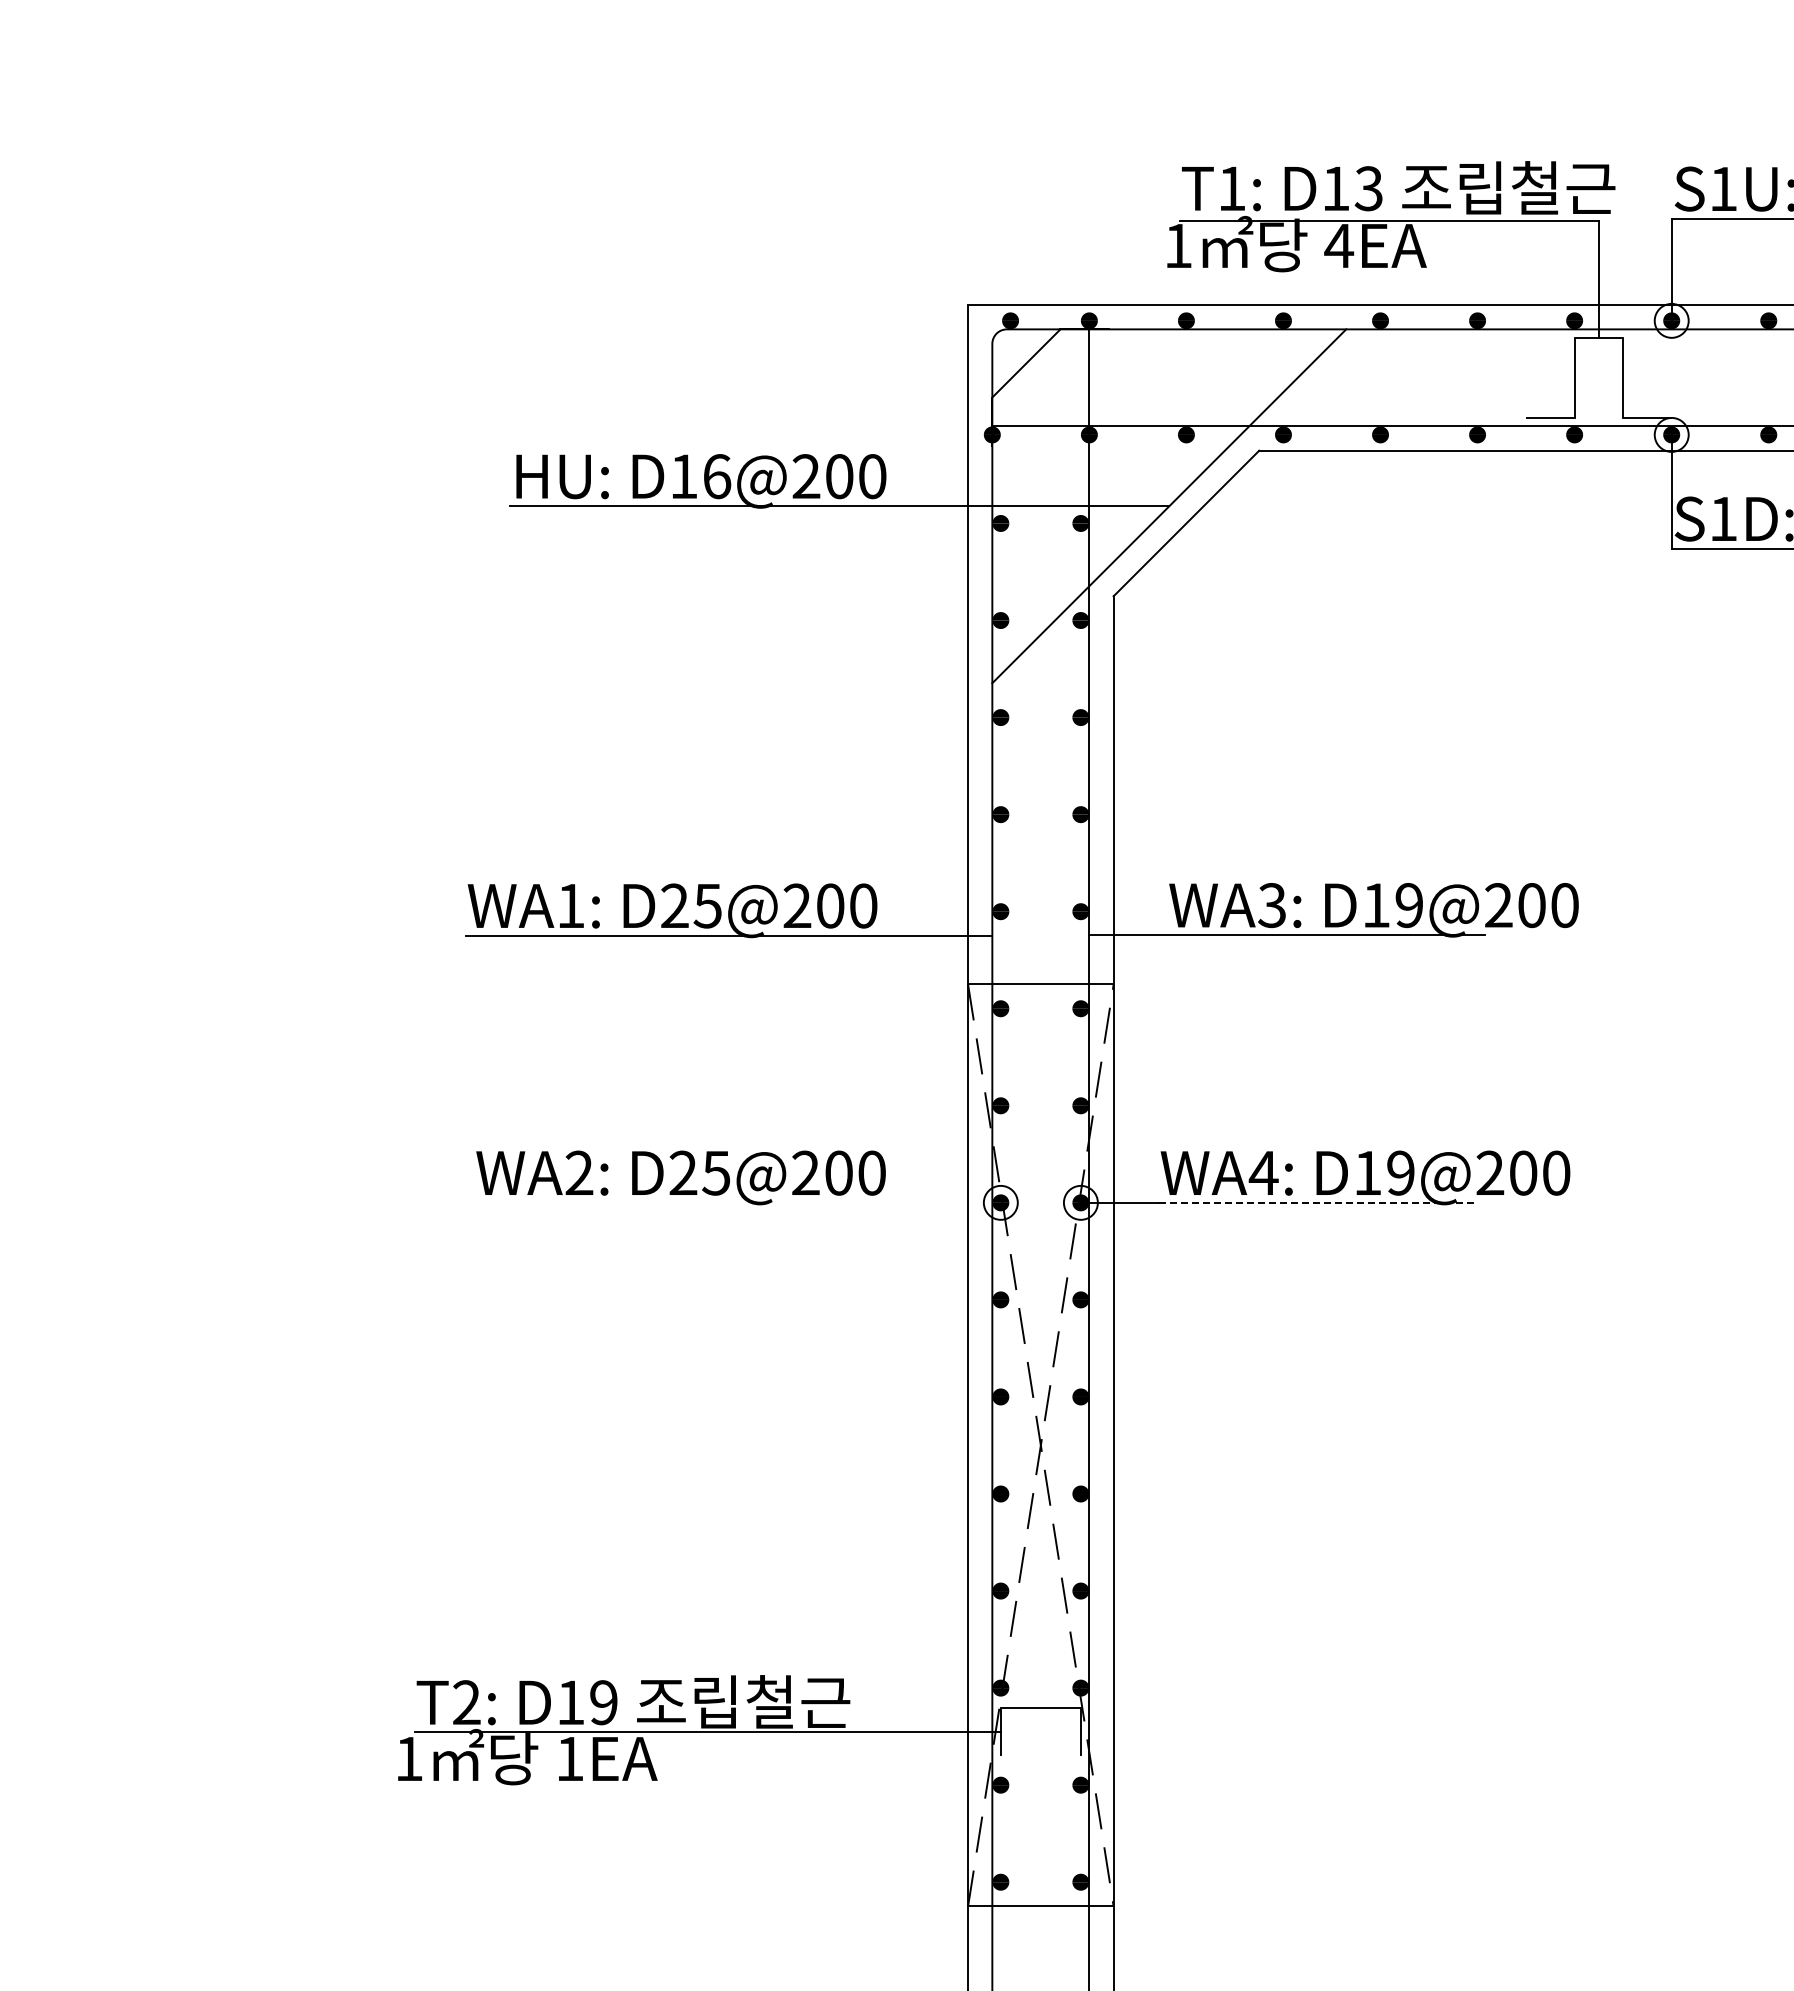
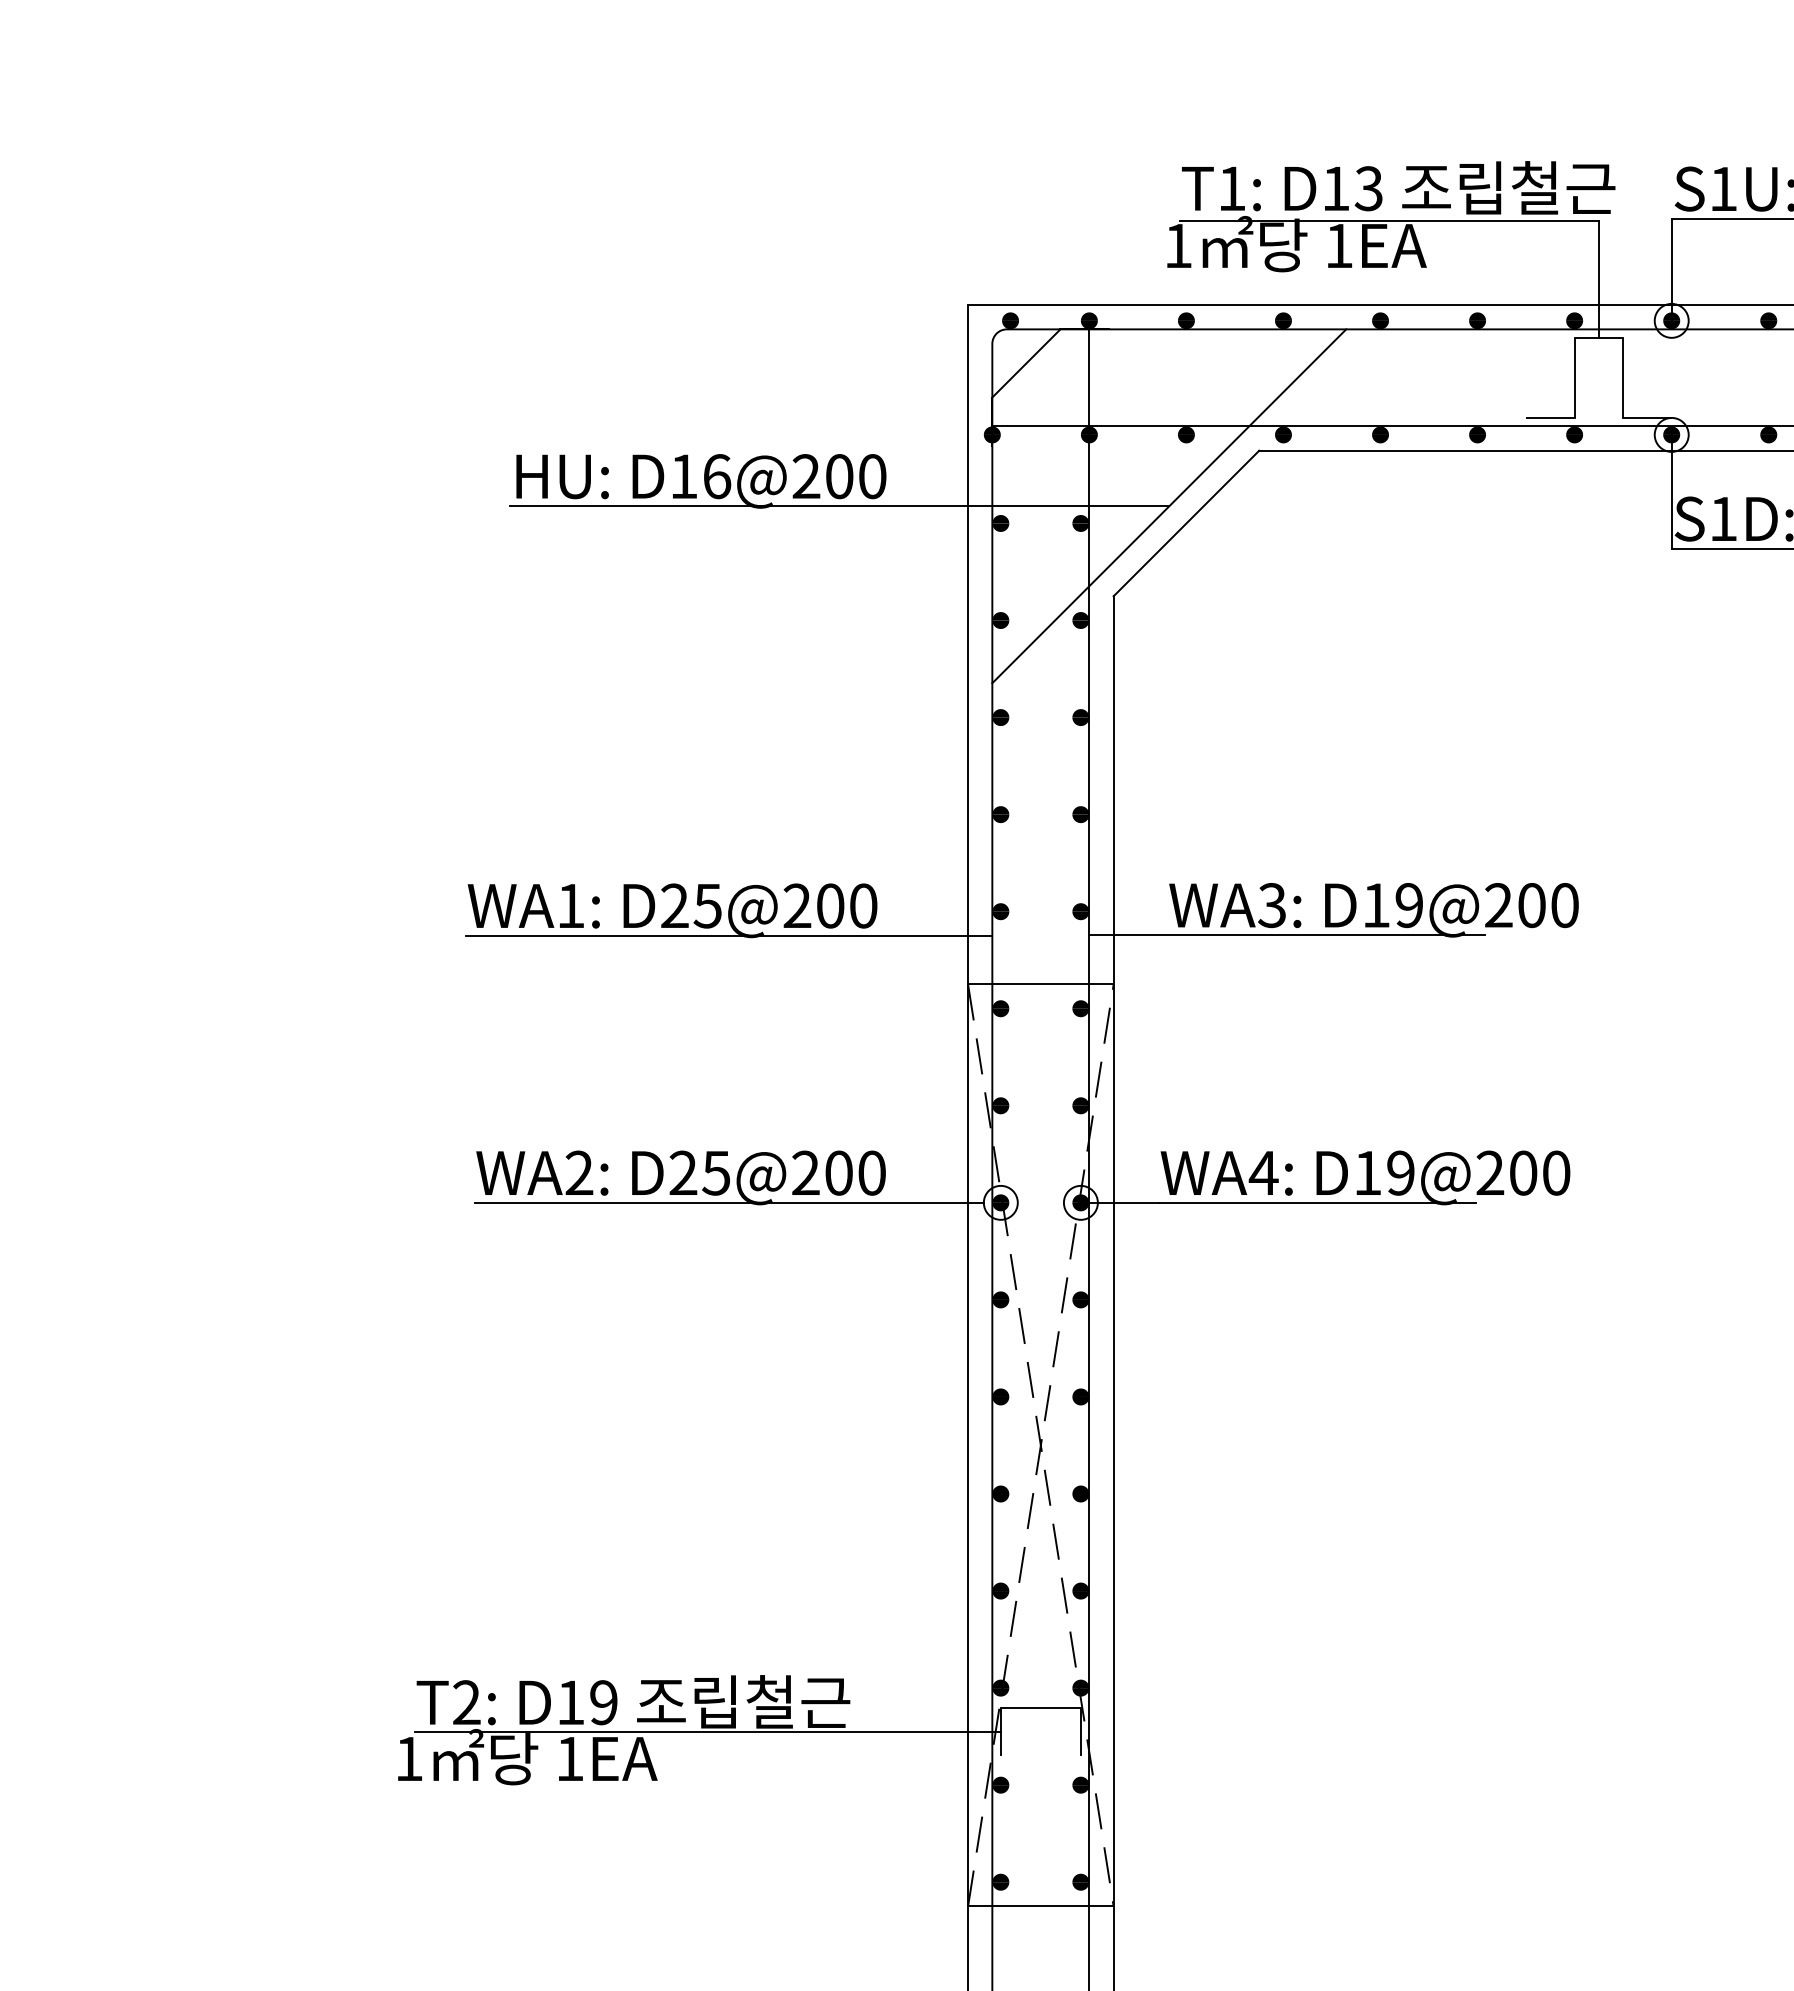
text at (1339, 245): 4EA -> 1EA
line at (728, 1202): none -> present
line at (1318, 1202): dashed -> solid
